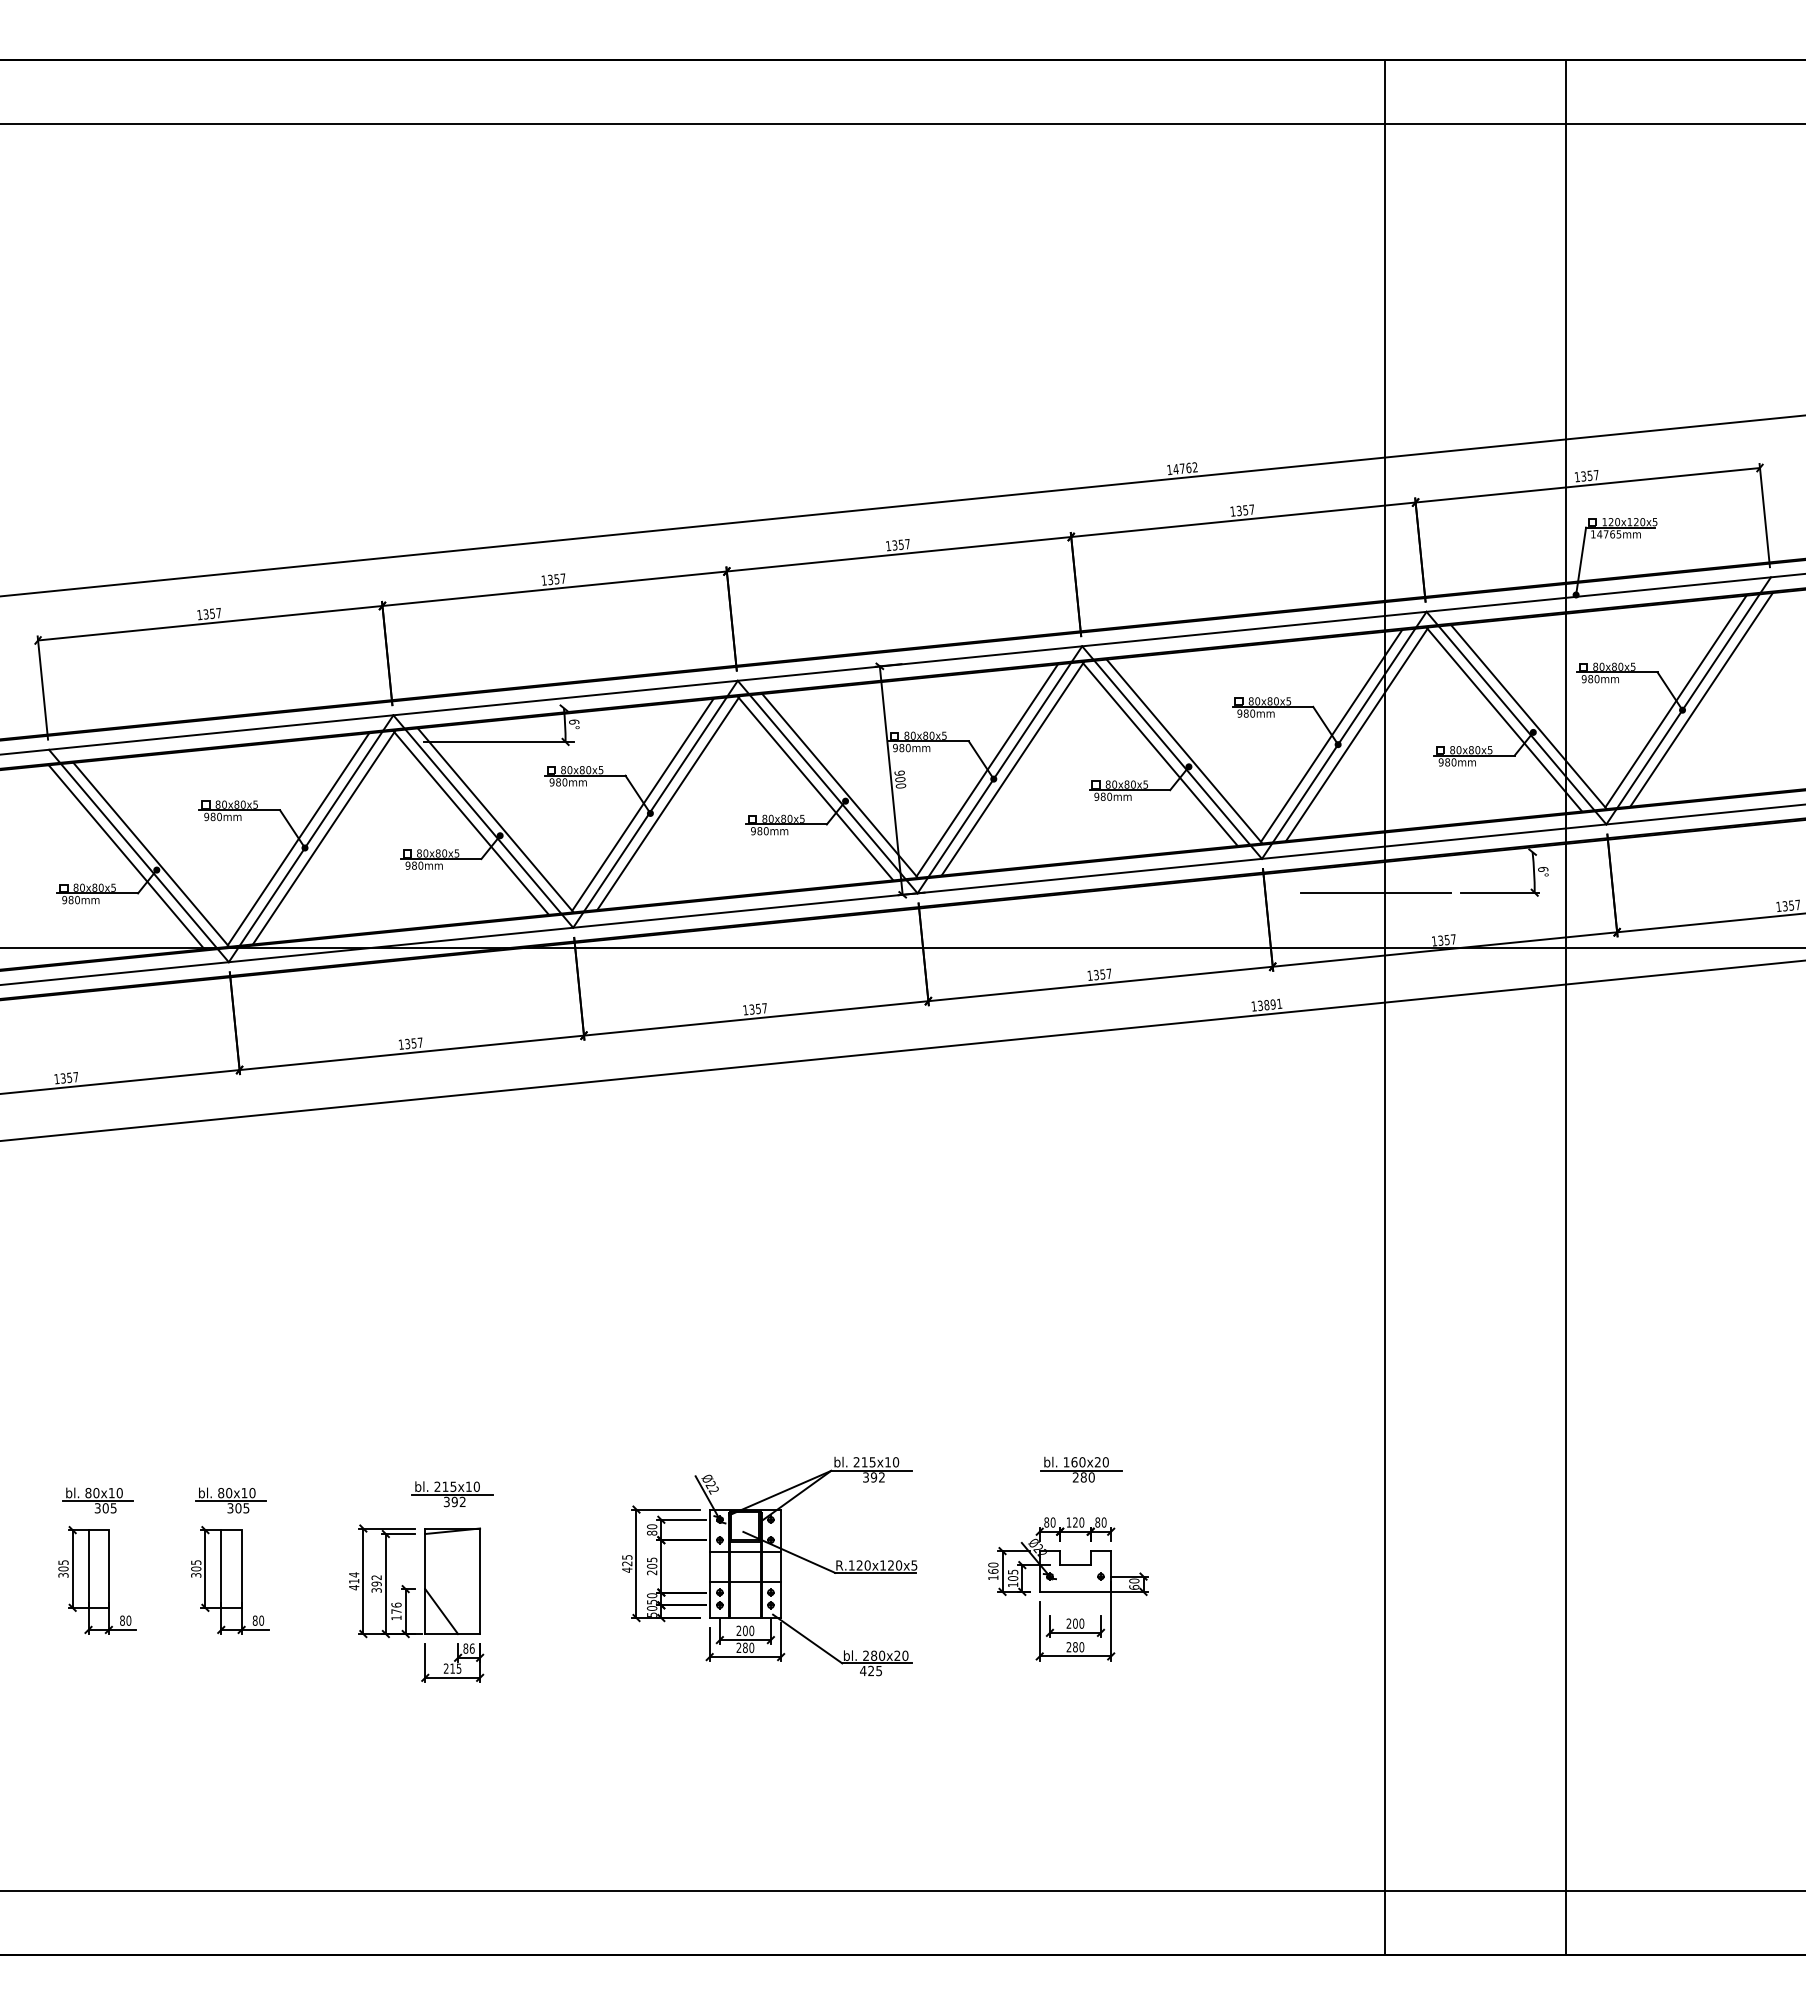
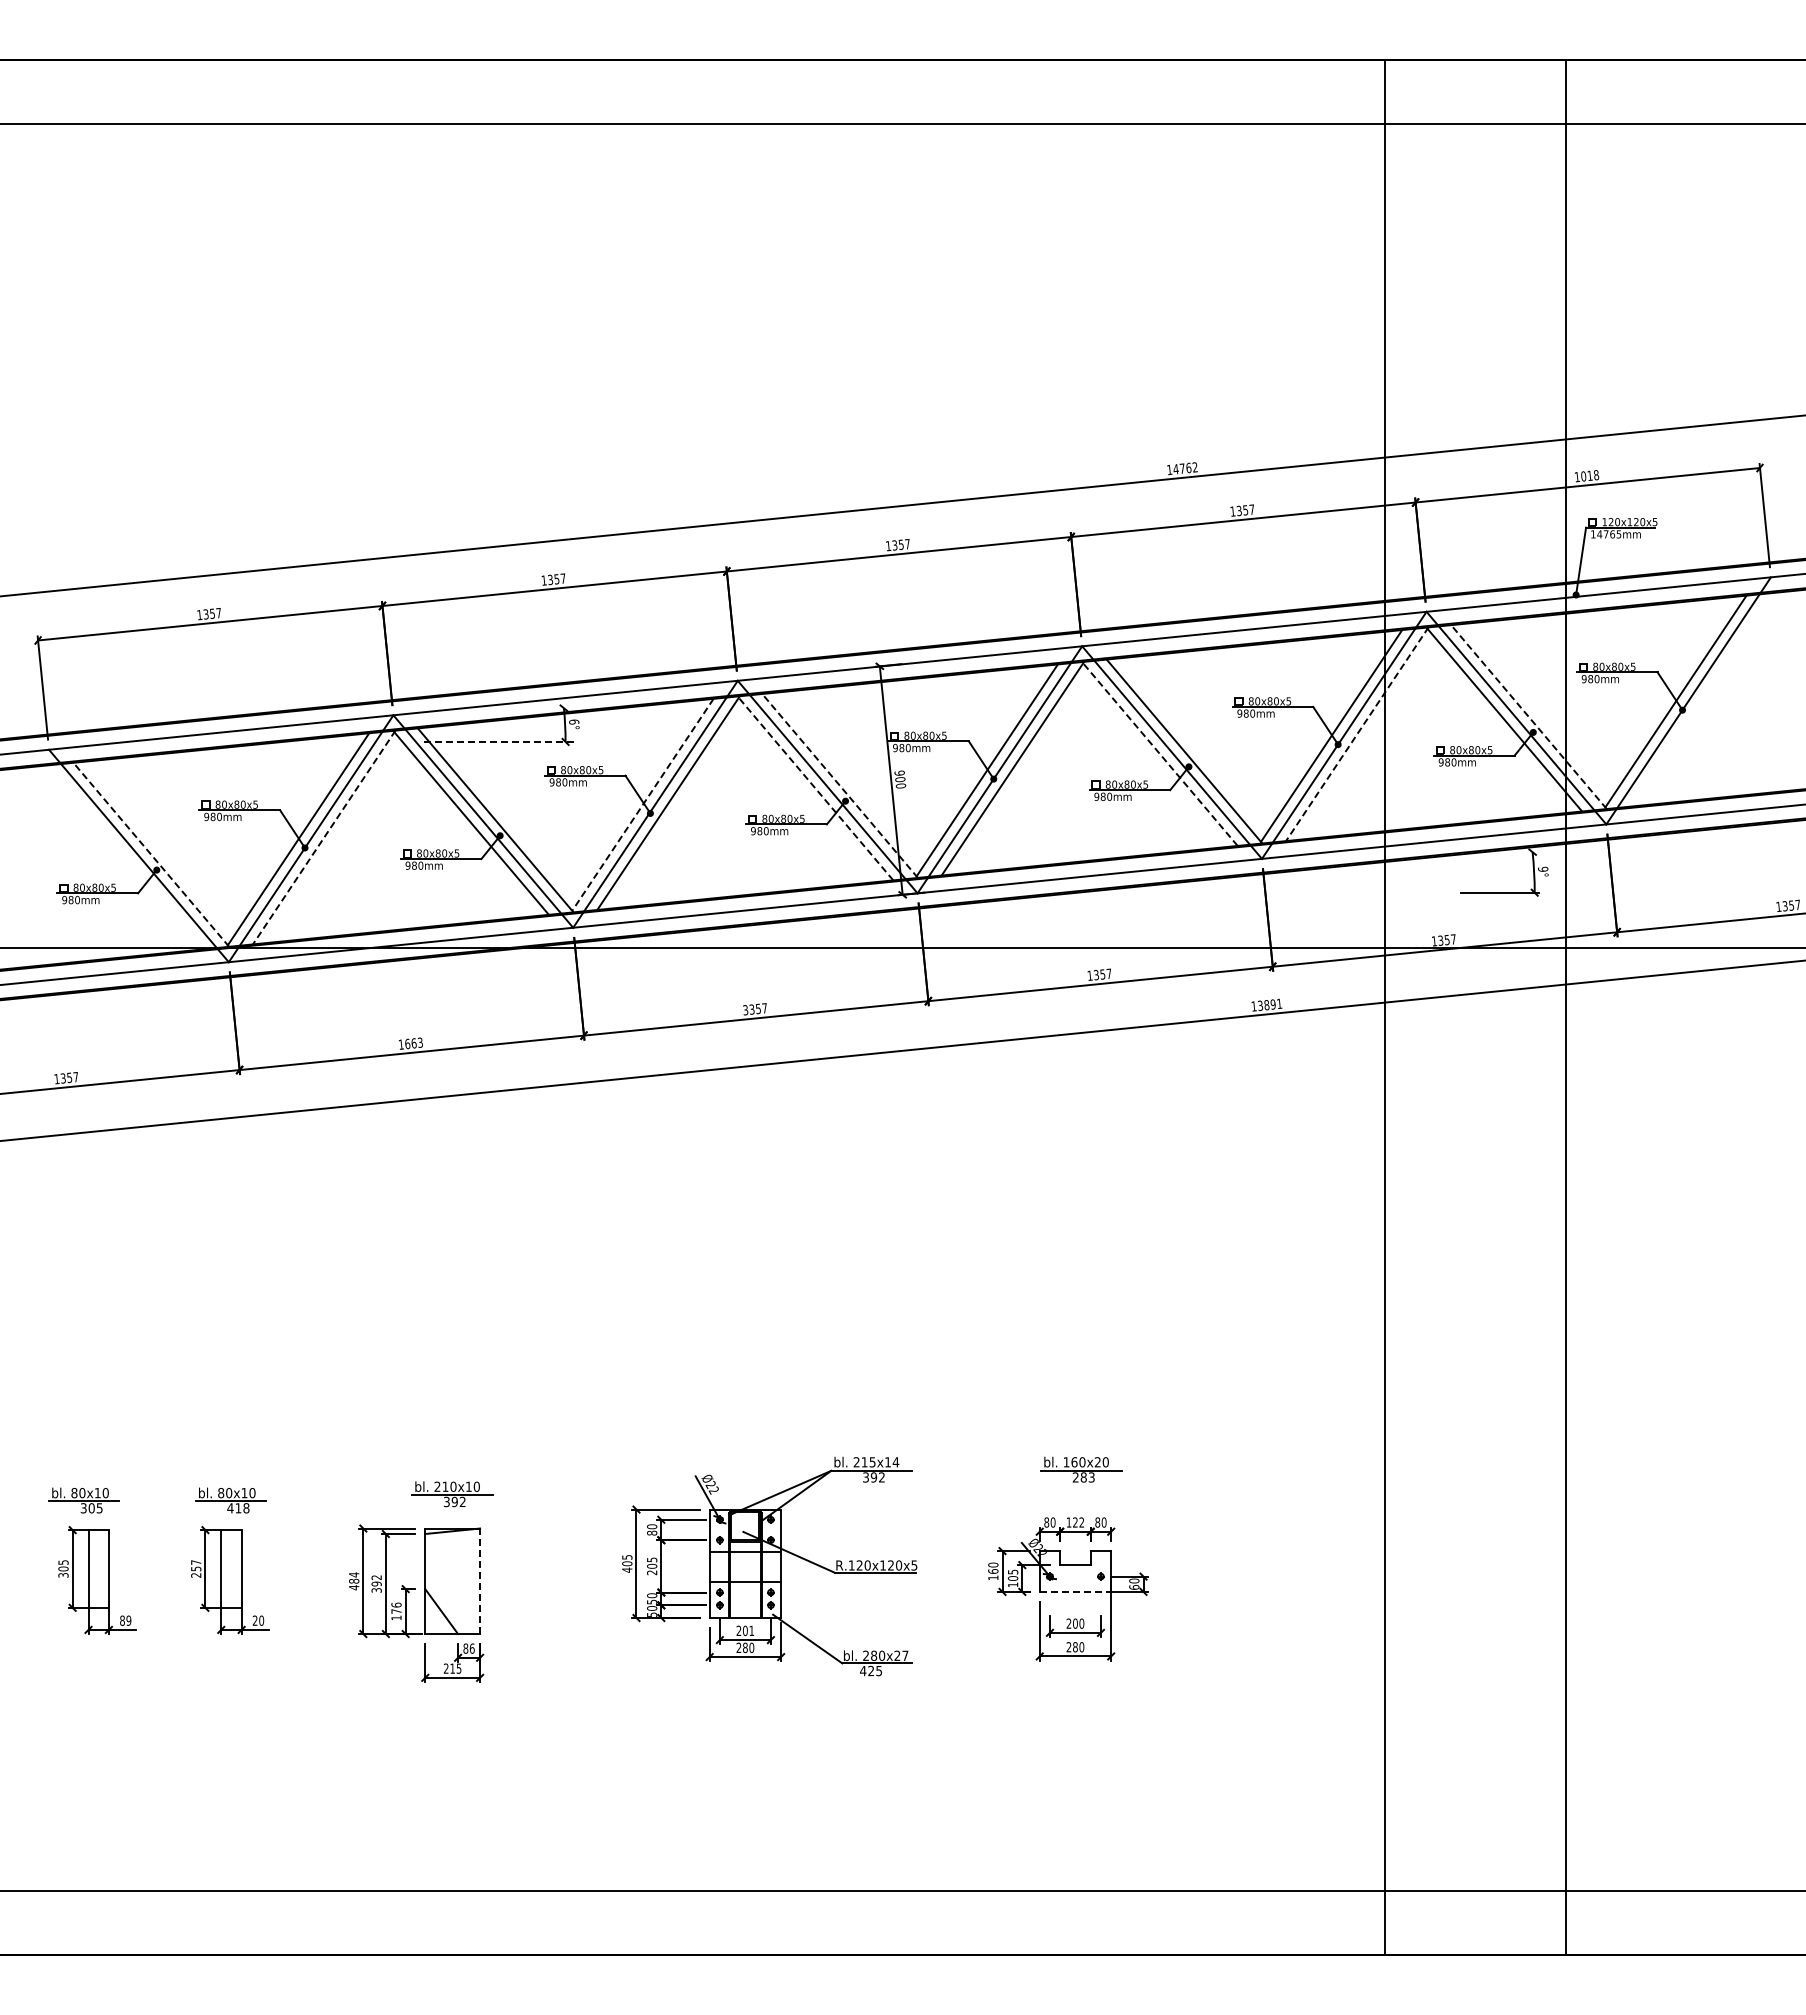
text at (1590, 475): 1357 -> 1018
line at (1701, 699): present -> none
line at (1528, 716): solid -> dashed
line at (1357, 734): solid -> dashed
line at (499, 741): solid -> dashed
line at (1159, 753): solid -> dashed
line at (840, 785): solid -> dashed
line at (815, 788): solid -> dashed
line at (642, 805): solid -> dashed
line at (323, 837): solid -> dashed
line at (151, 854): solid -> dashed
line at (126, 857): present -> none
text at (1543, 868): 6° -> 9°
line at (1375, 892): present -> none
text at (745, 1010): 1357 -> 3357
text at (413, 1043): 1357 -> 1663
text at (895, 1462): 215x10 -> 215x14
text at (1091, 1477): 280 -> 283
text at (453, 1486): 215x10 -> 210x10
part at (97, 1500) position: (97, 1500) -> (83, 1500)
text at (238, 1508): 305 -> 418
text at (1081, 1522): 120 -> 122
text at (627, 1563): 425 -> 405
text at (196, 1568): 305 -> 257
text at (354, 1580): 414 -> 484
line at (480, 1581): solid -> dashed
line at (1075, 1591): solid -> dashed
text at (128, 1620): 80 -> 89
text at (254, 1620): 80 -> 20
text at (751, 1630): 200 -> 201
text at (905, 1655): 280x20 -> 280x27
